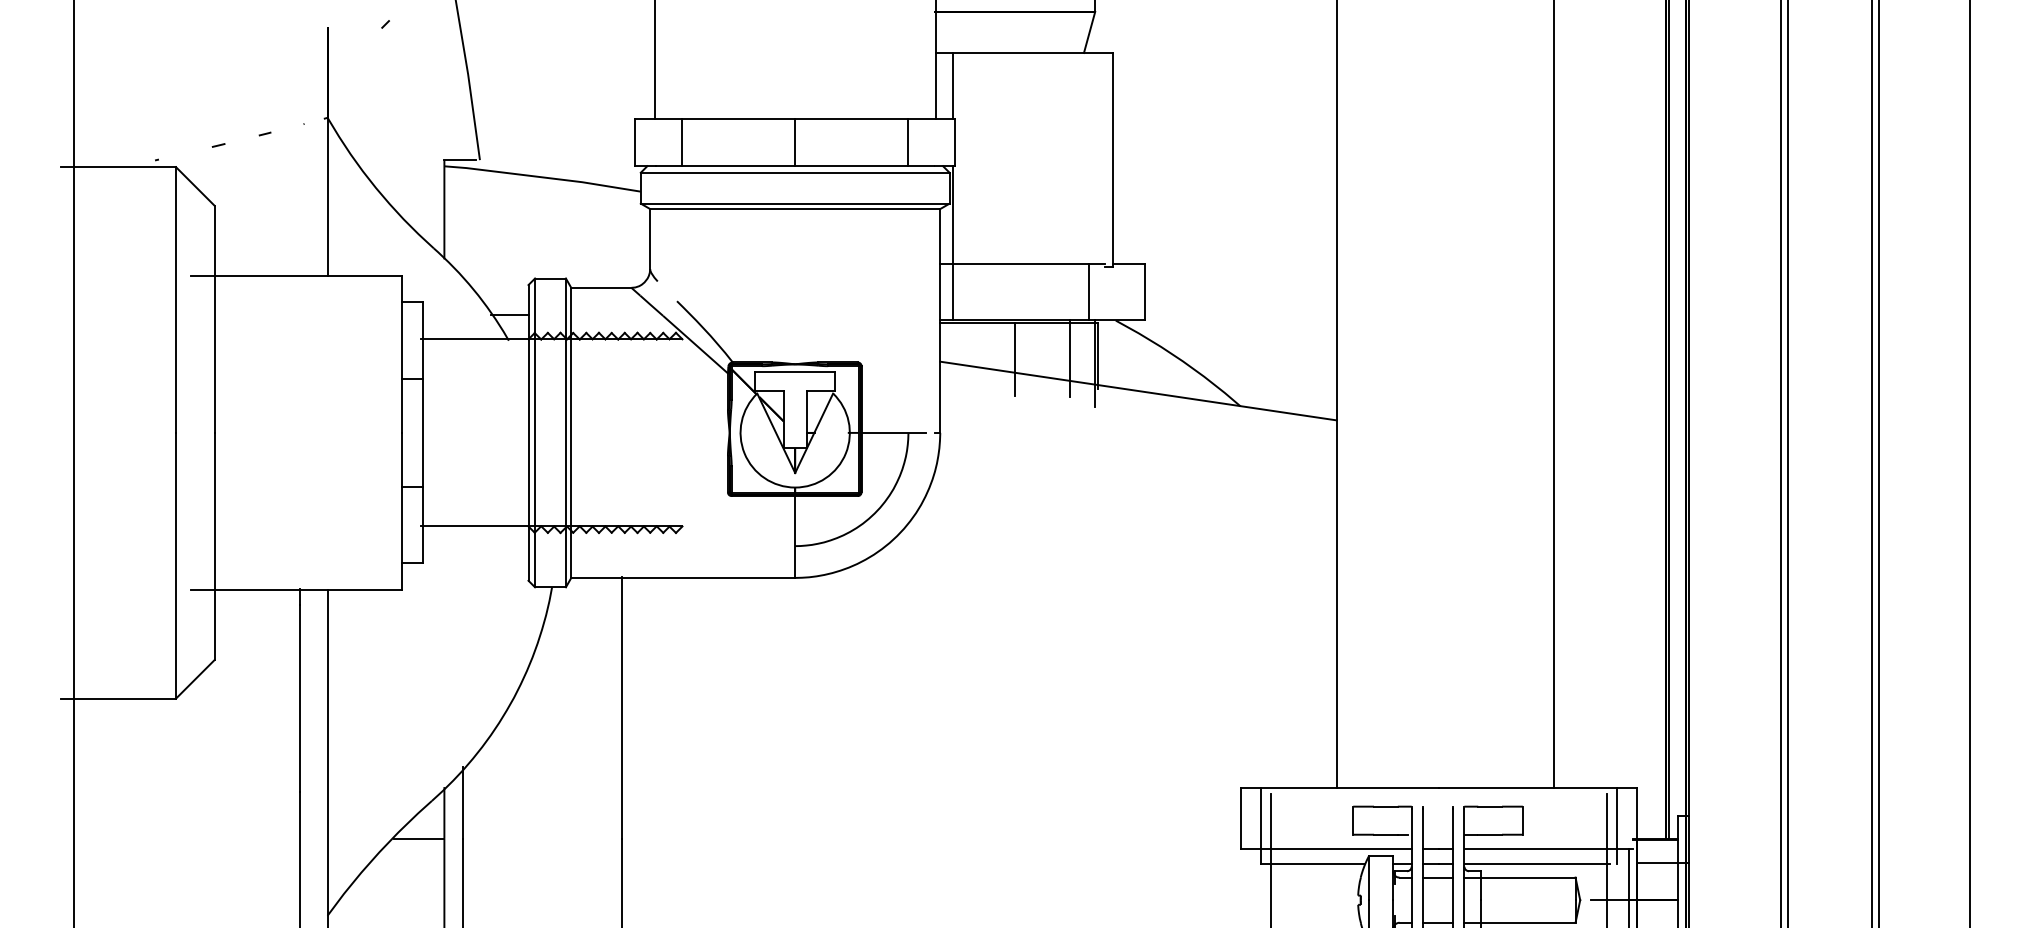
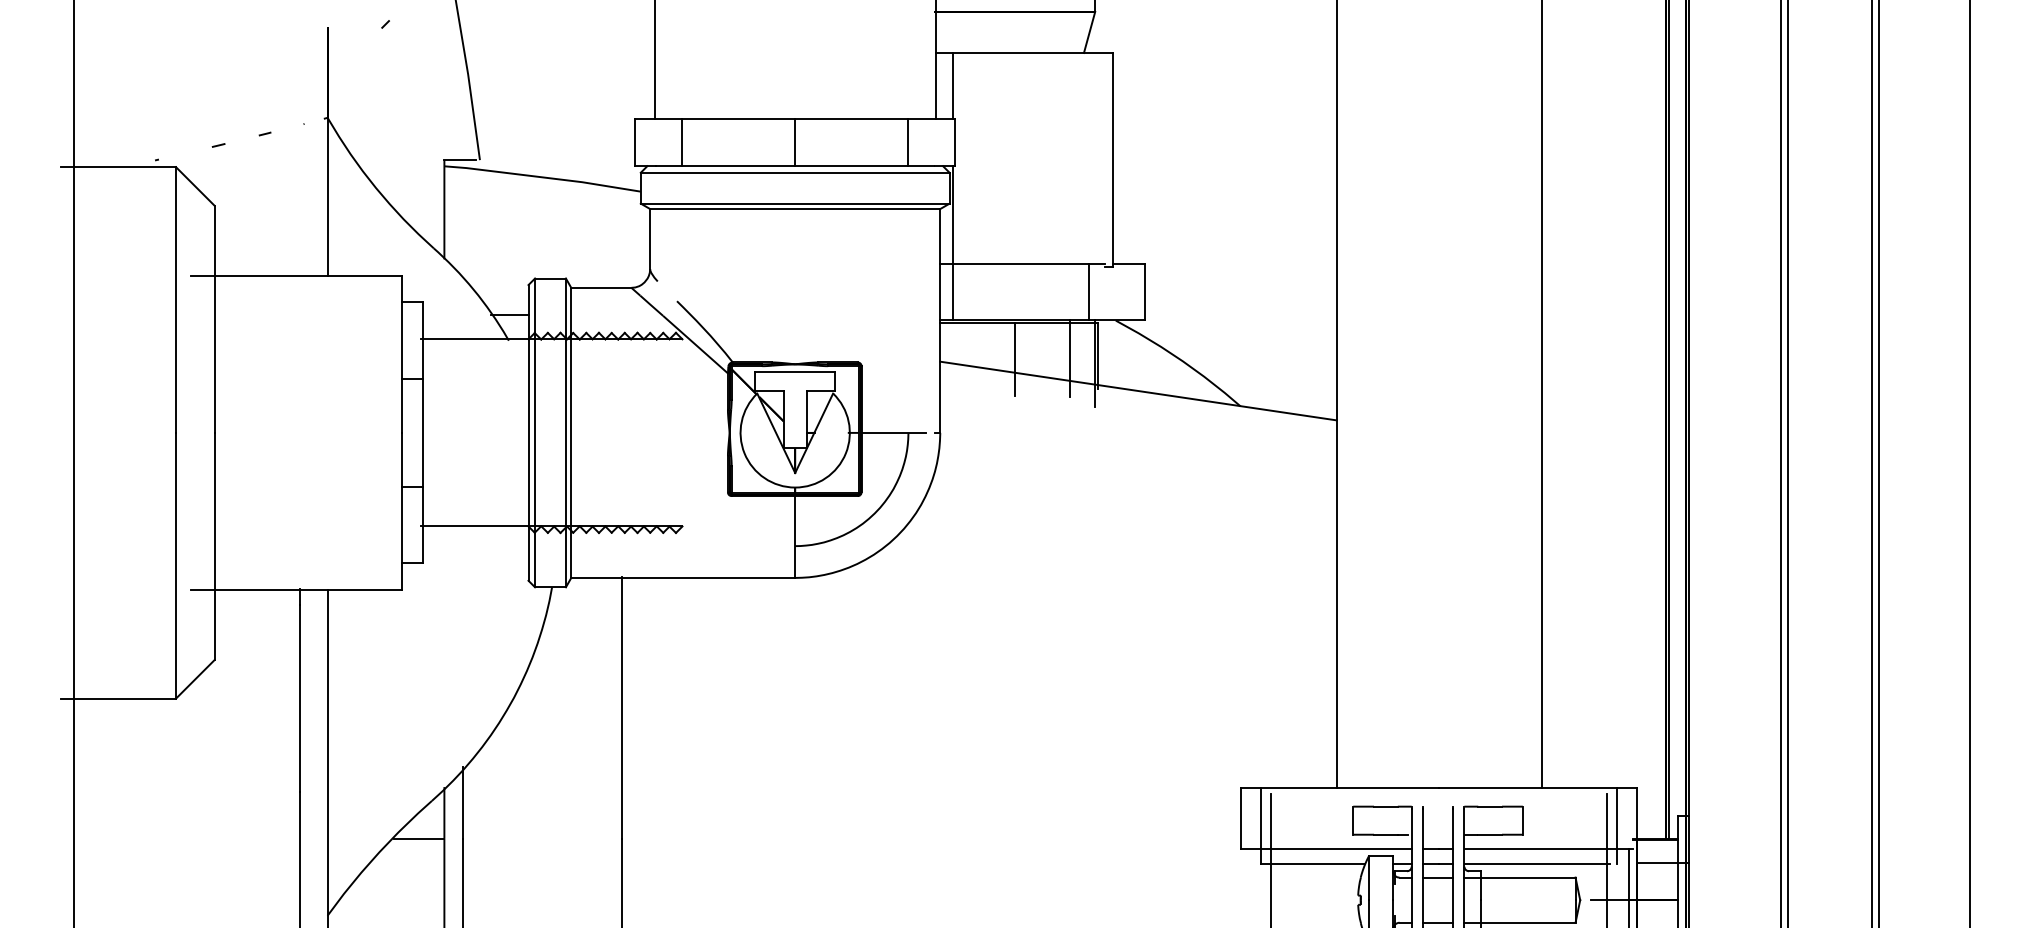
line at (1554, 394) position: (1554, 394) -> (1542, 394)
